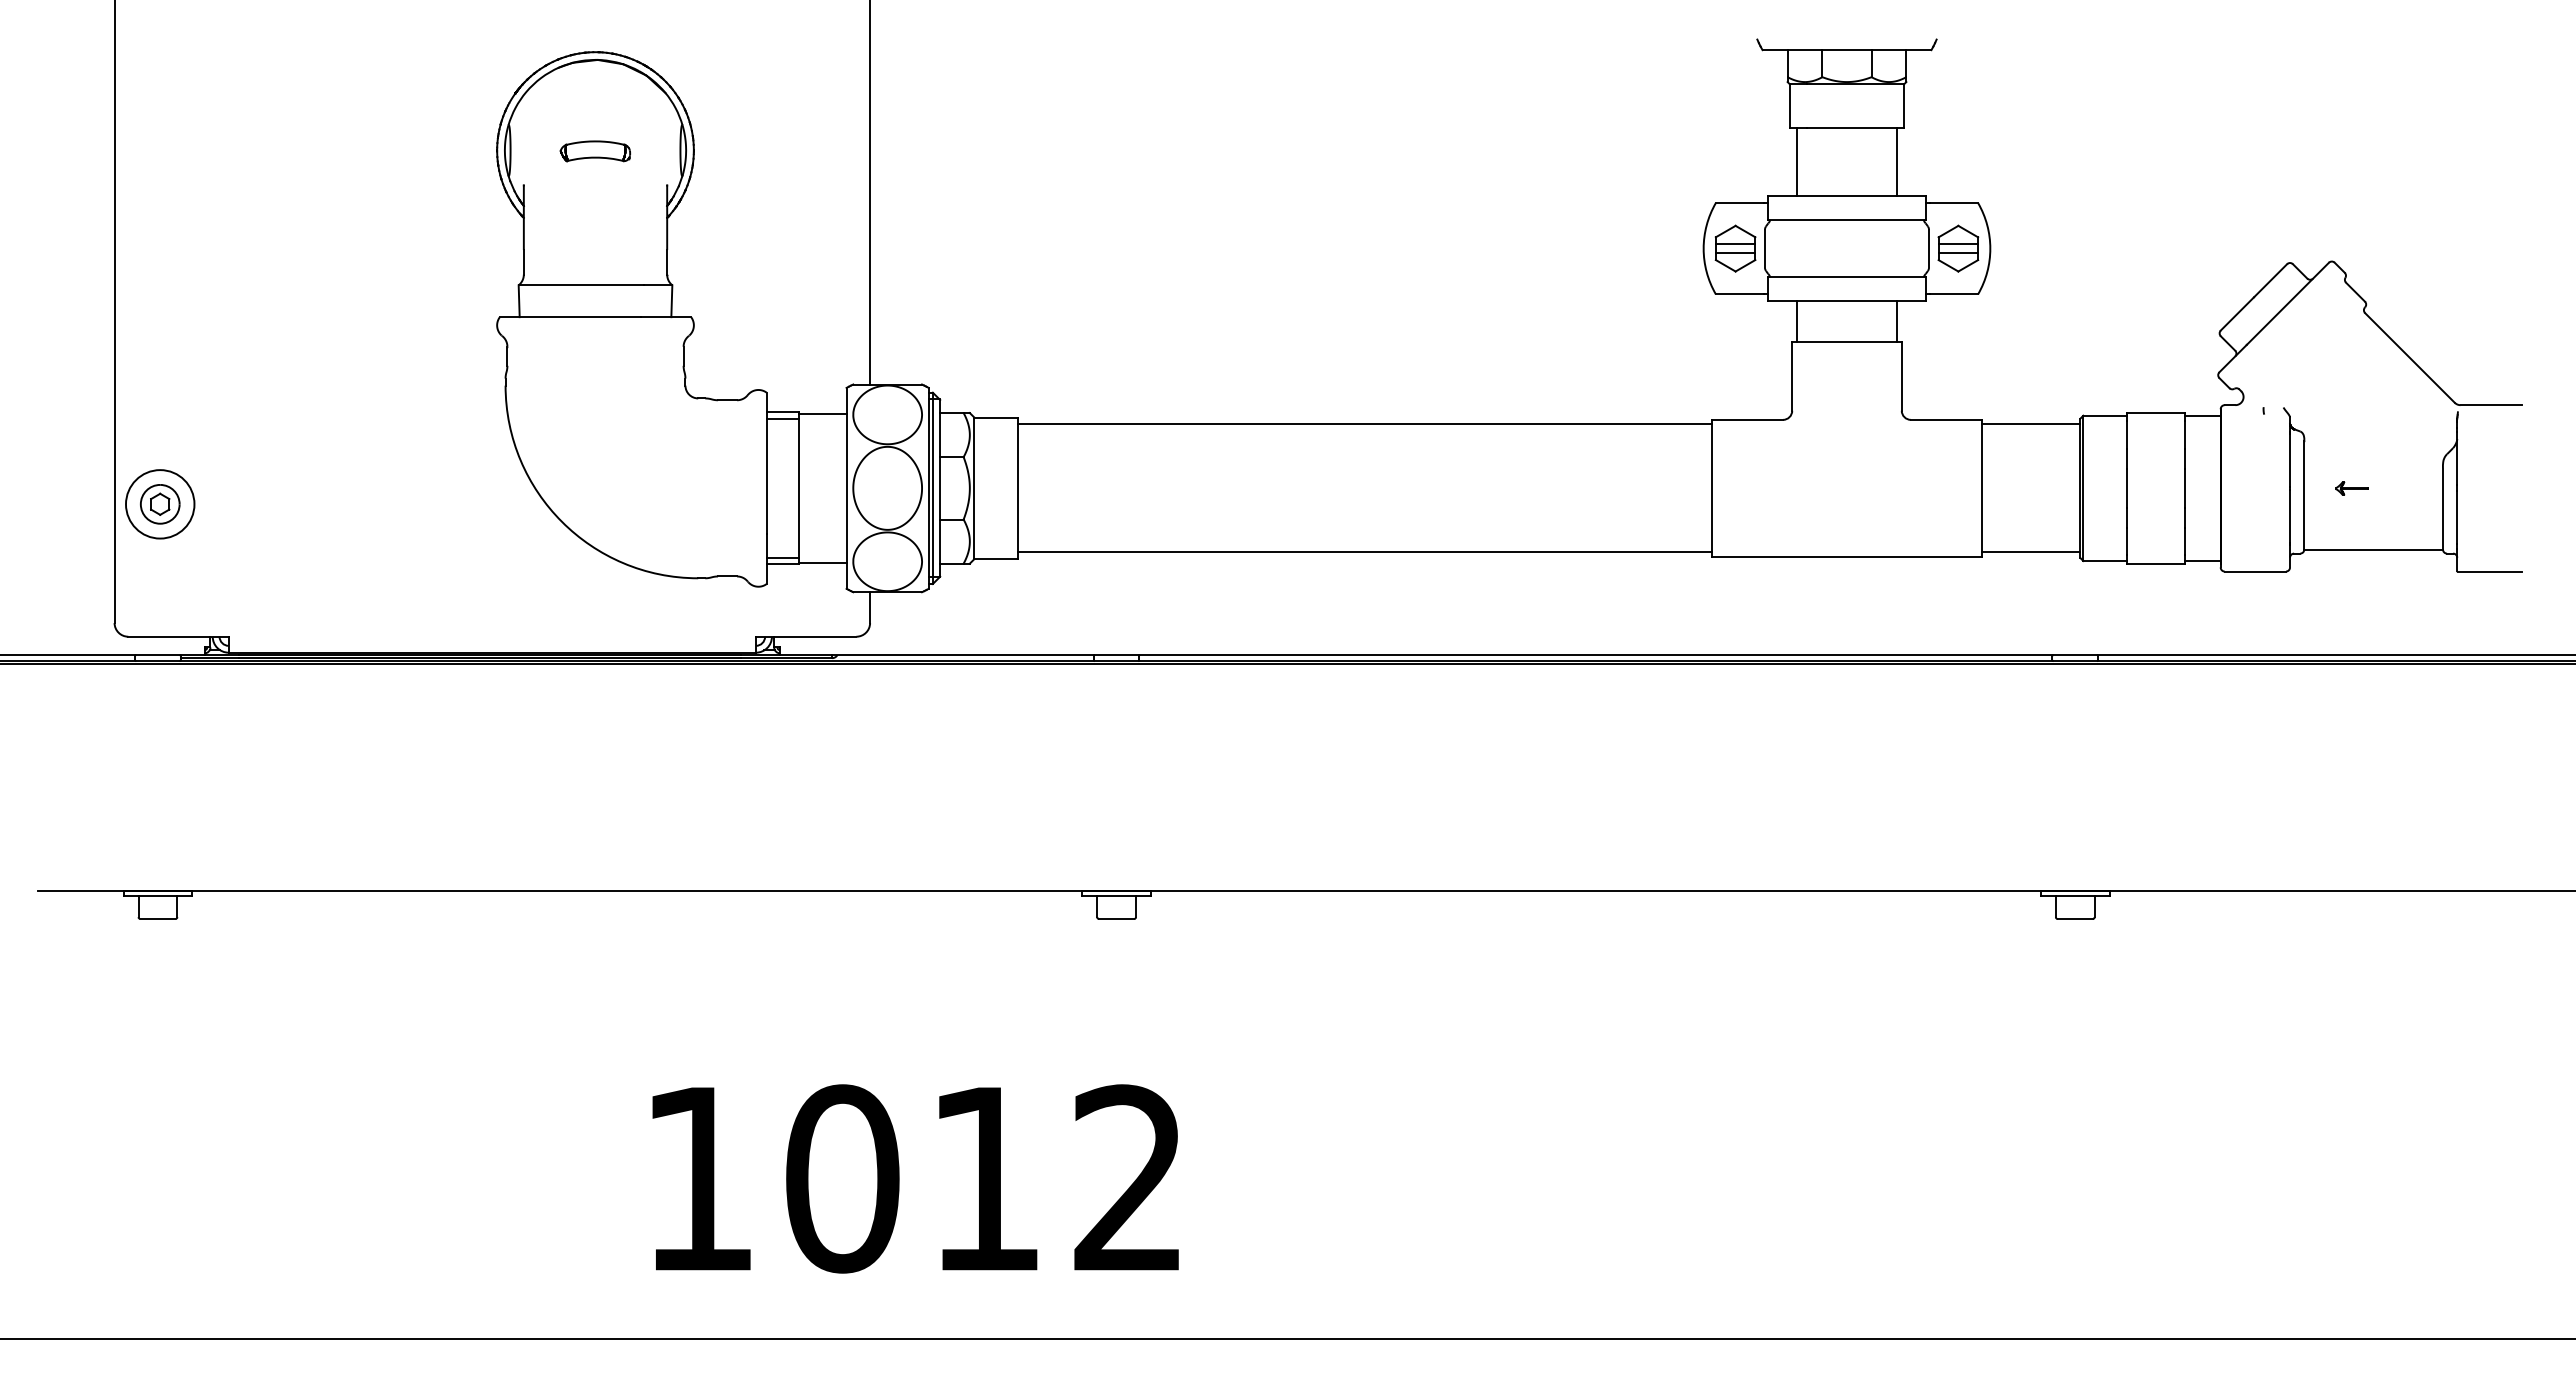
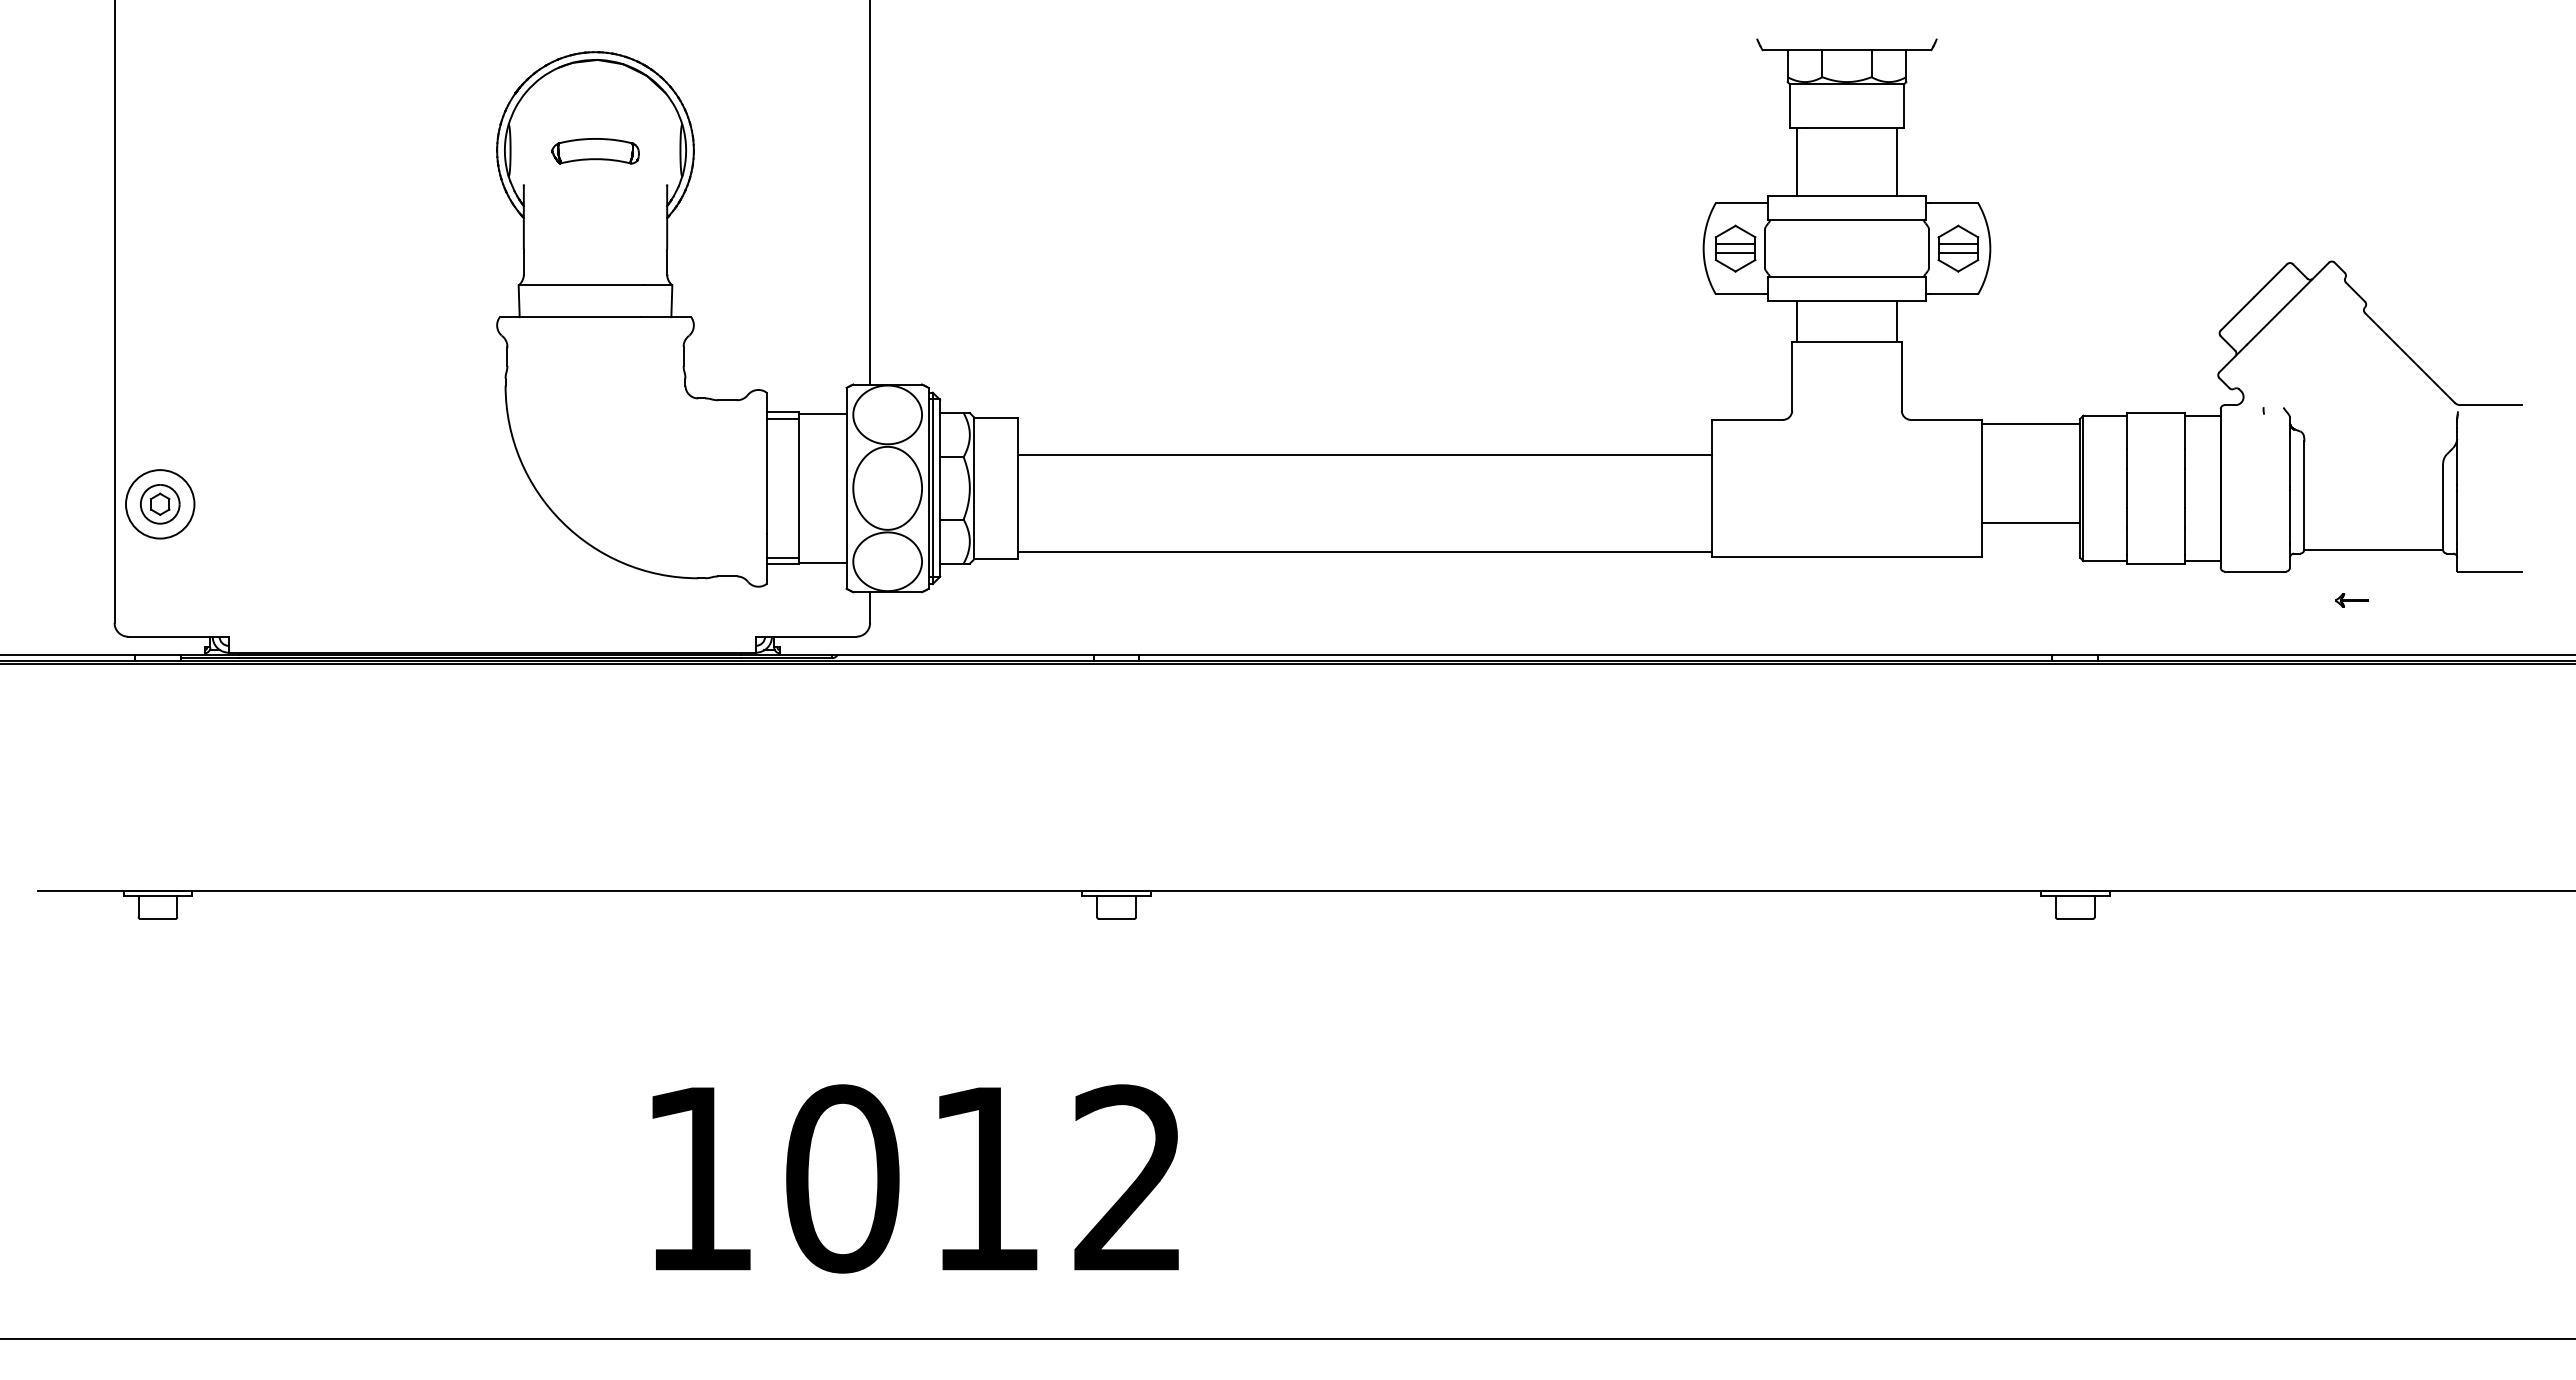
part at (594, 151) size: 72x23 px -> 89x27 px
line at (1364, 424) position: (1364, 424) -> (1364, 455)
part at (2351, 488) position: (2351, 488) -> (2351, 600)
line at (2030, 552) position: (2030, 552) -> (2030, 523)
